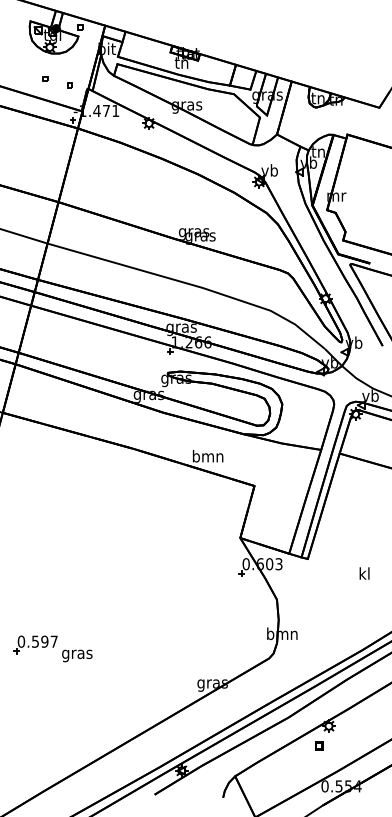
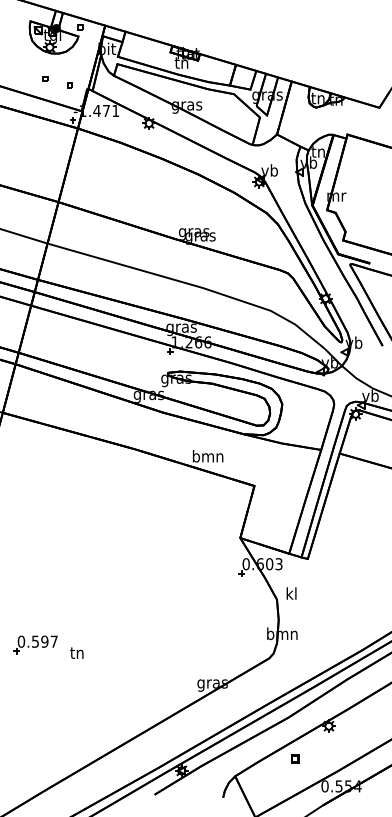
text at (364, 573) position: (364, 573) -> (291, 593)
text at (77, 654): gras -> tn
part at (319, 745) position: (319, 745) -> (295, 758)
